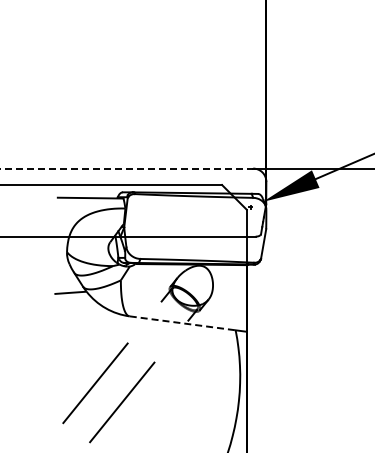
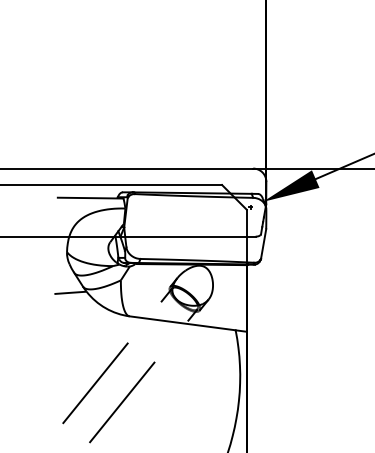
line at (127, 168): dashed -> solid
line at (183, 323): dashed -> solid
